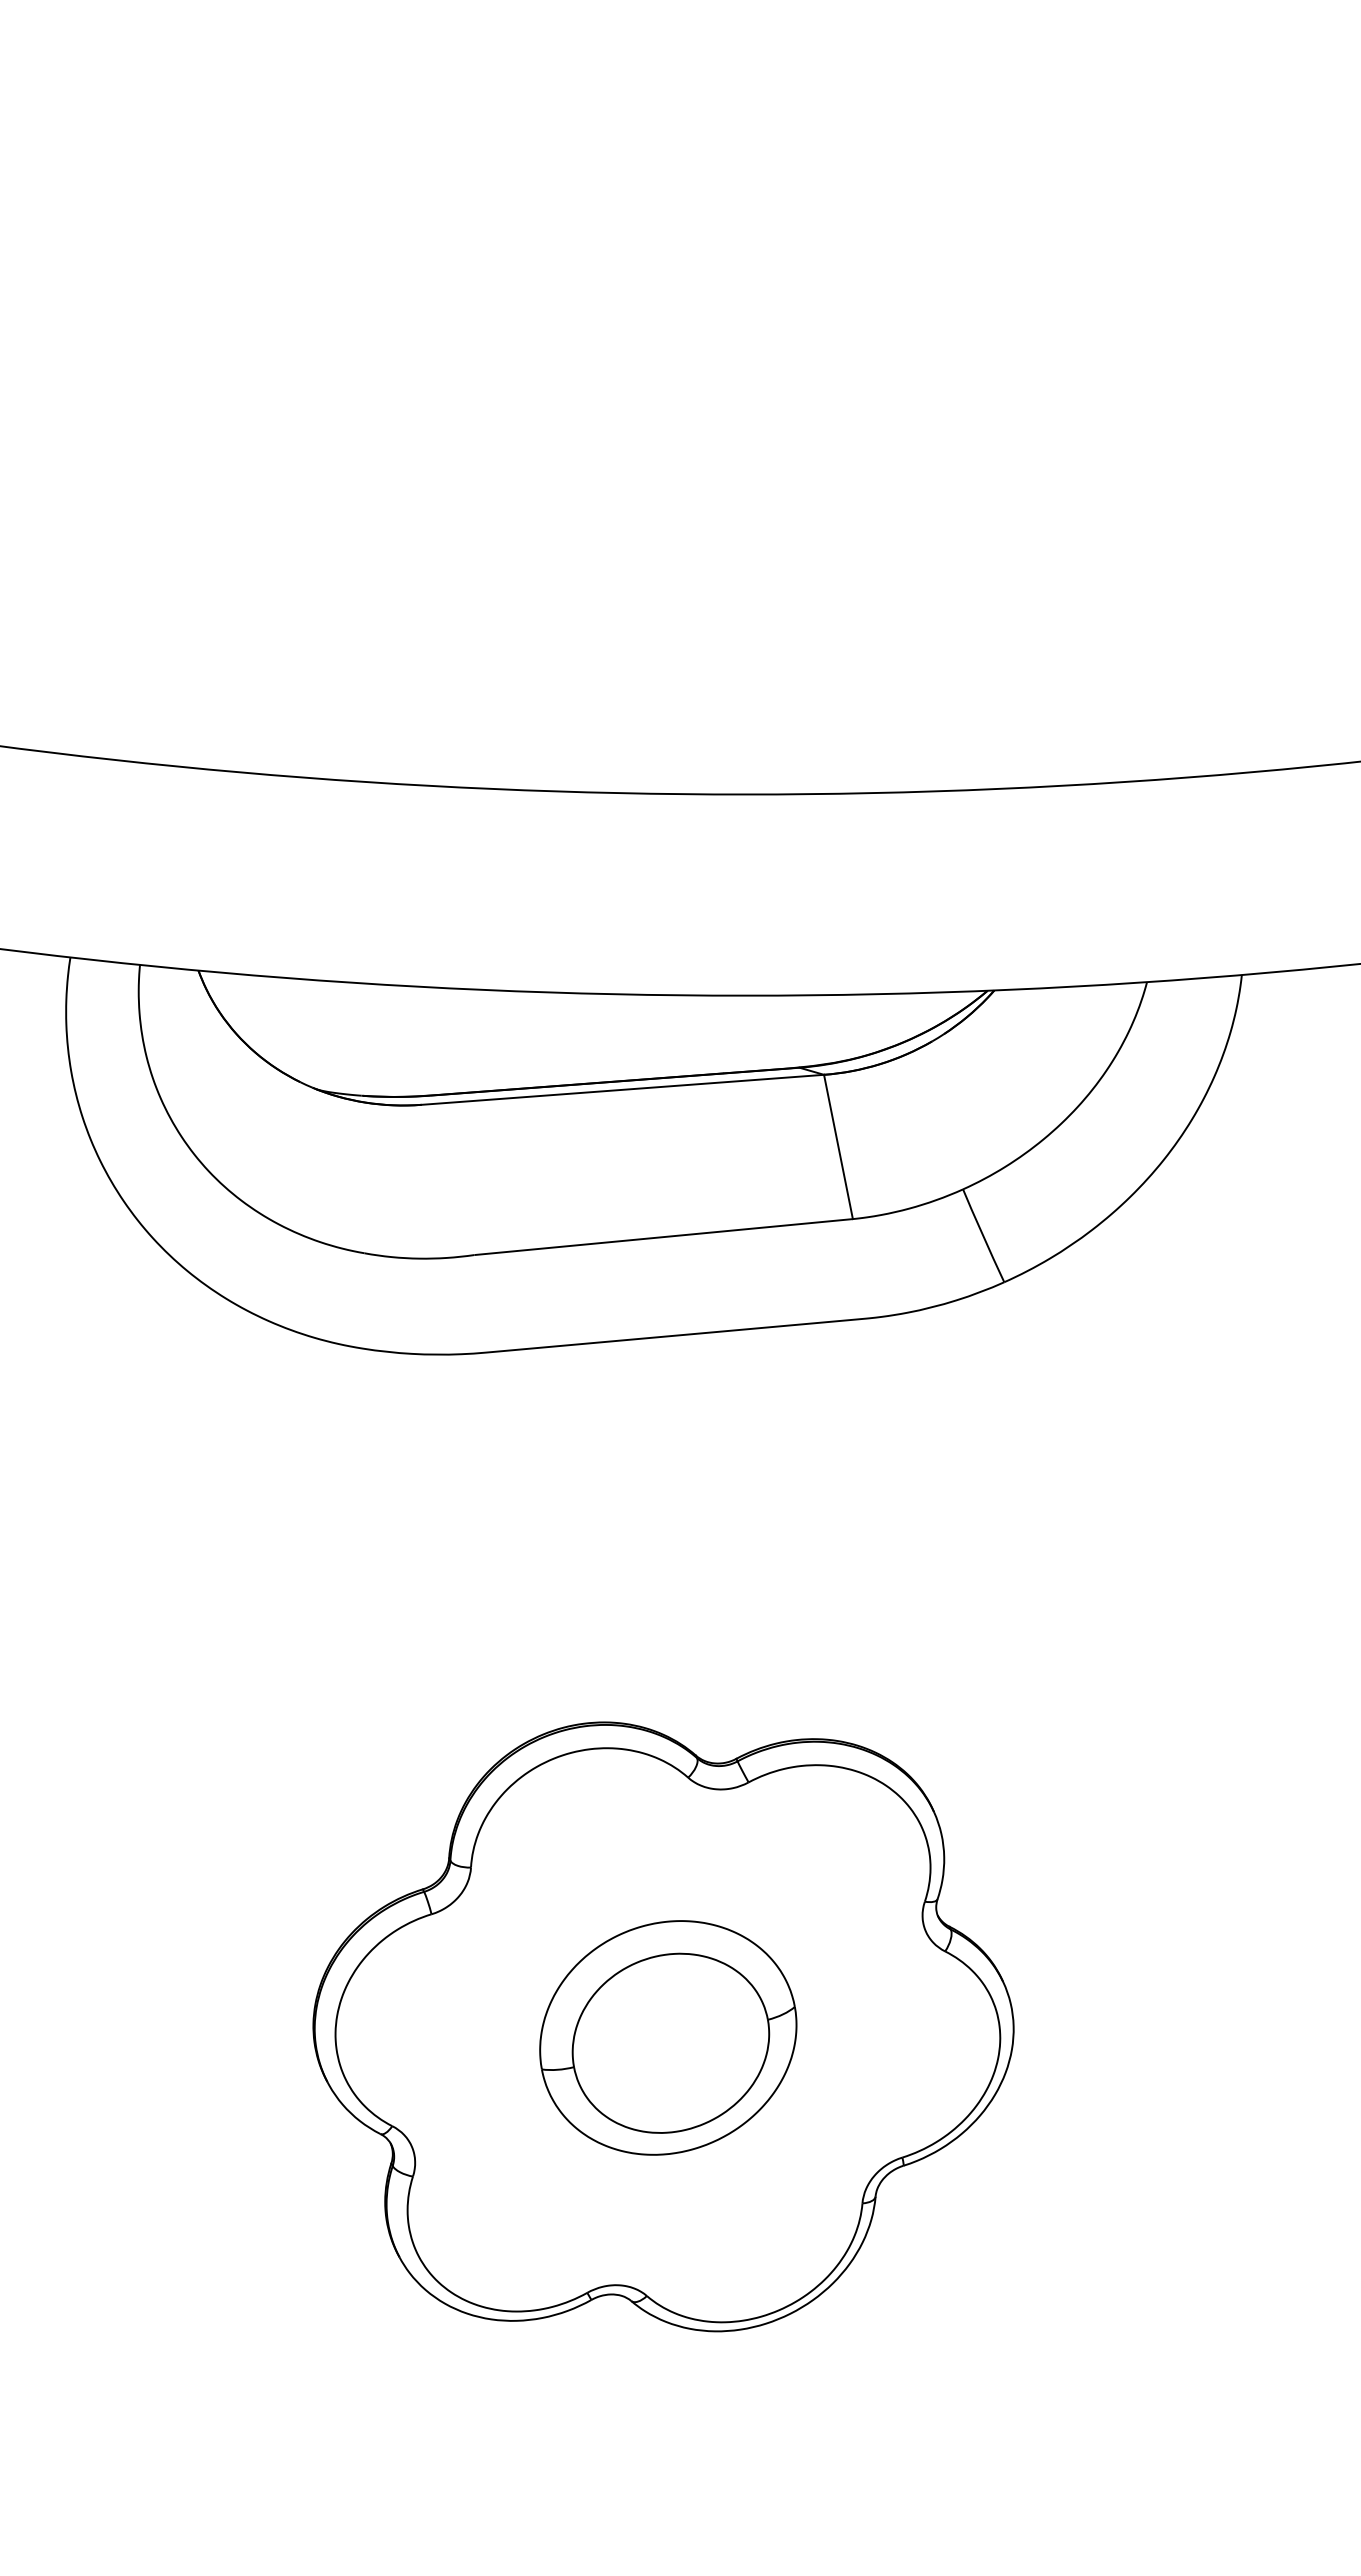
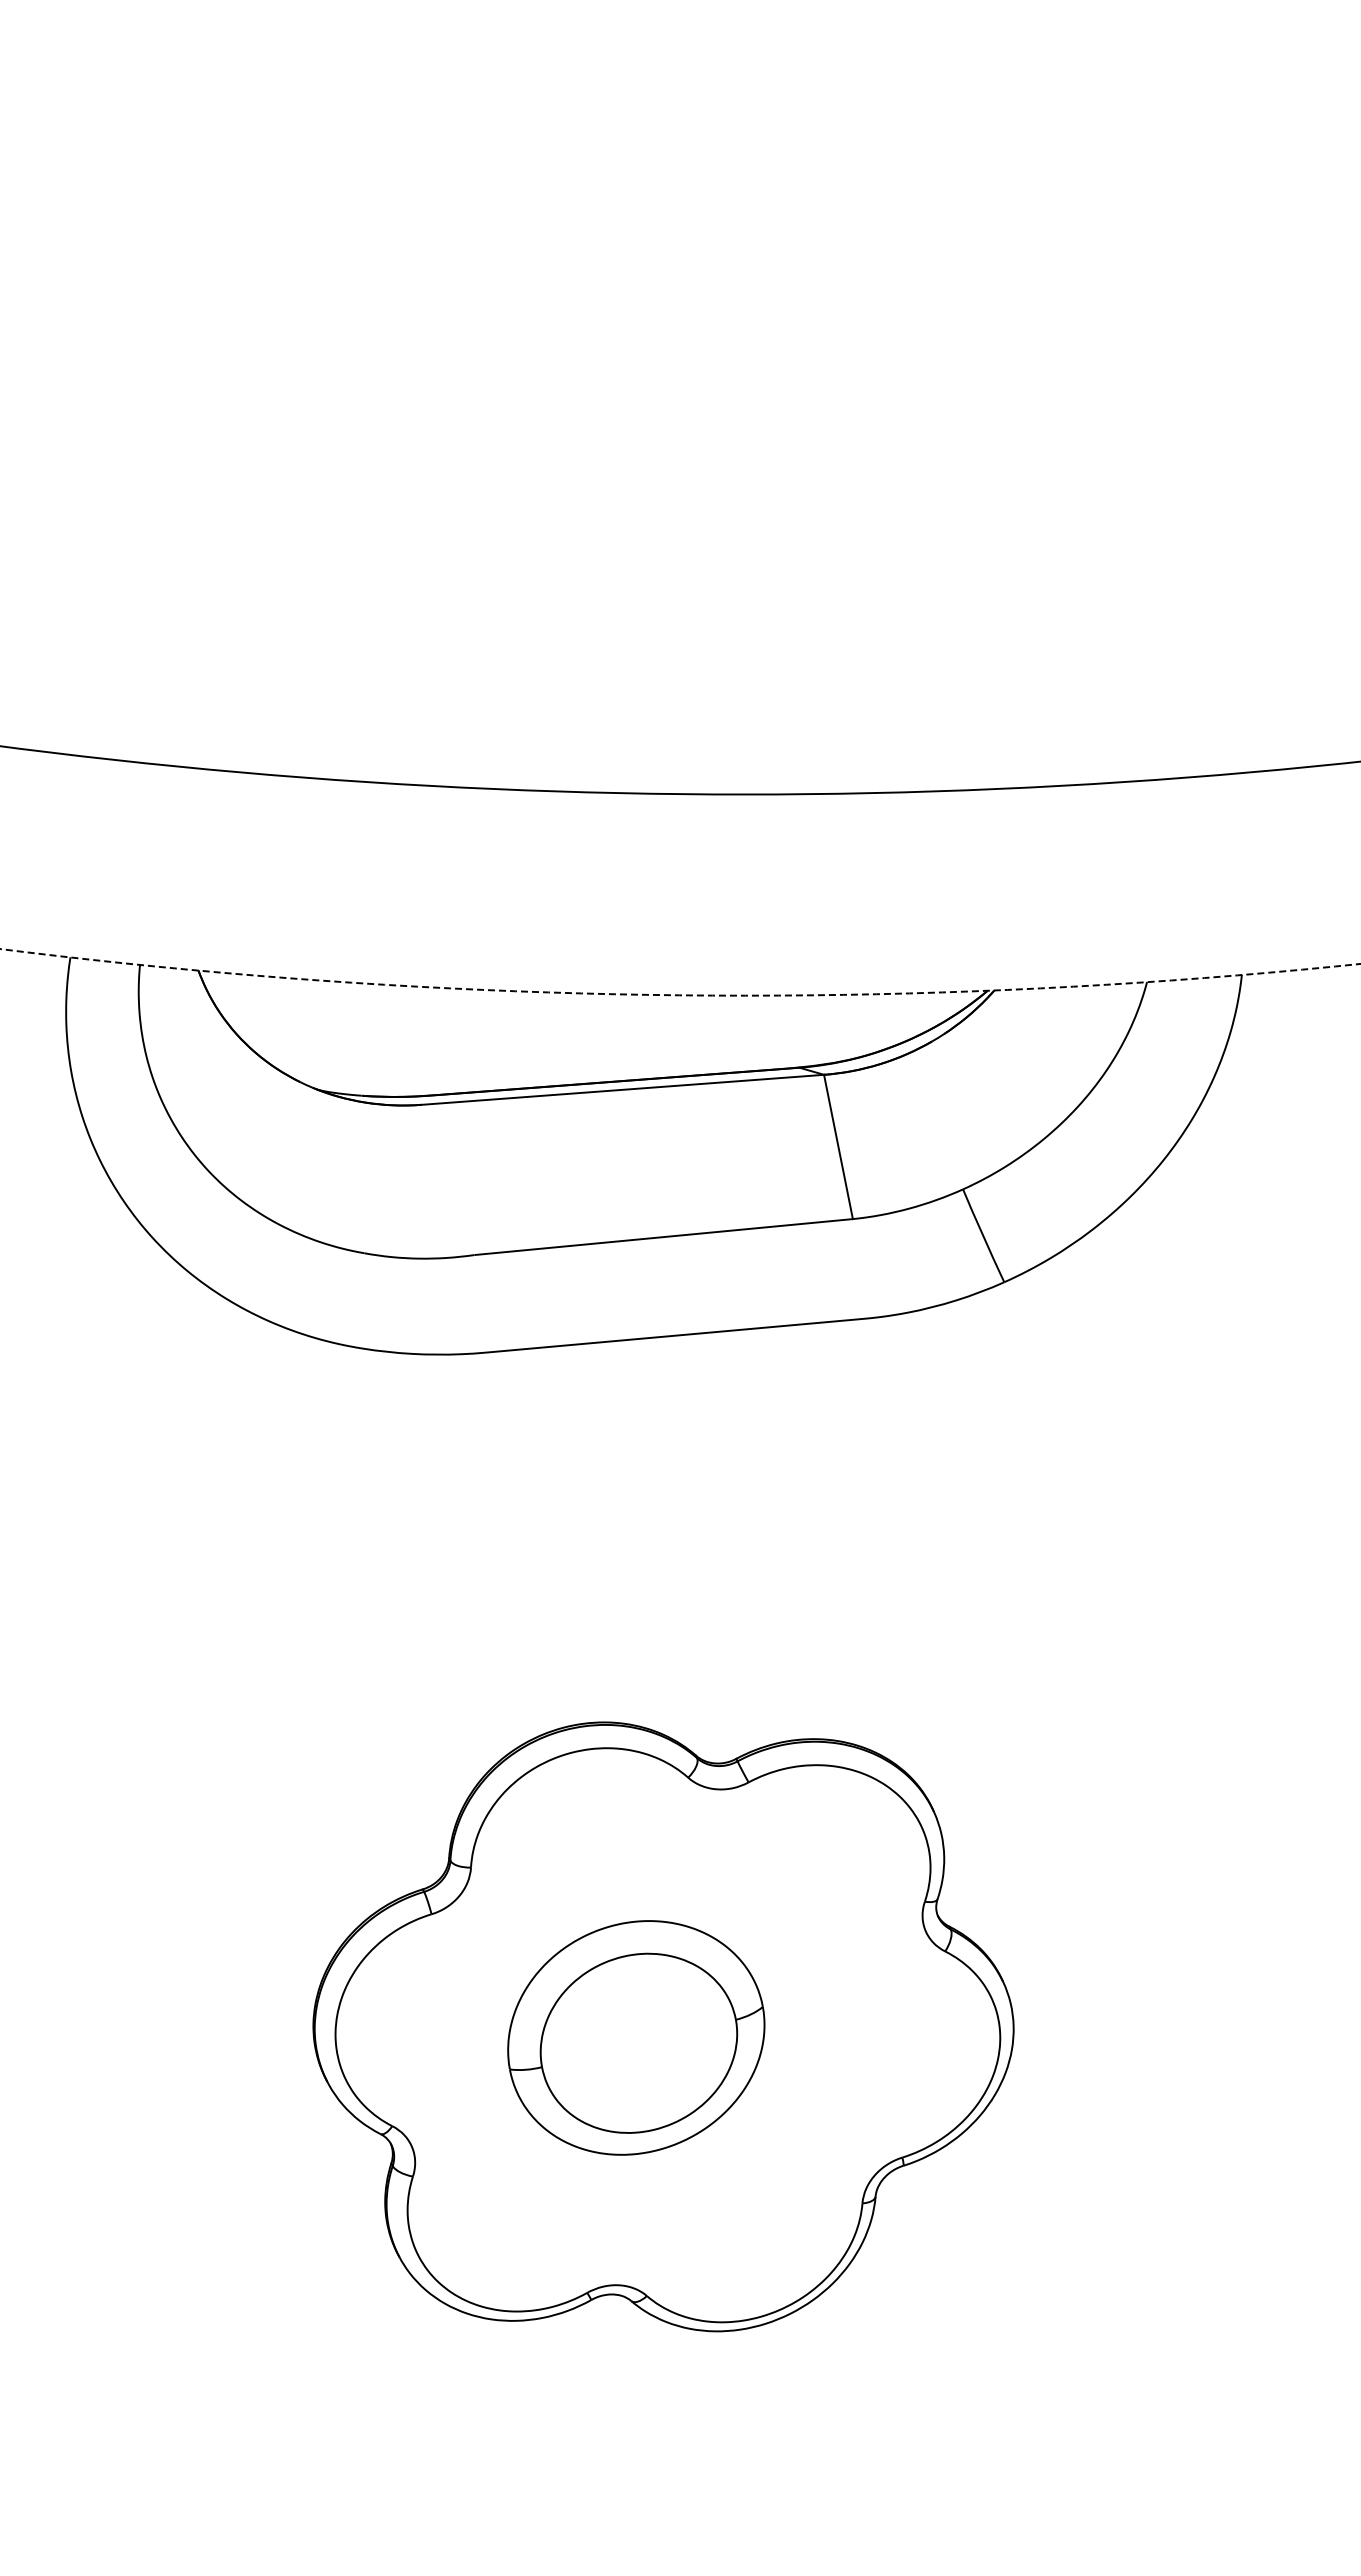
arc at (679, 995): solid -> dashed
part at (668, 2037) position: (668, 2037) -> (636, 2037)
